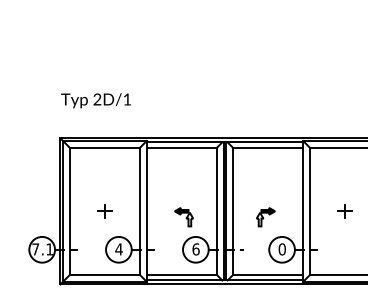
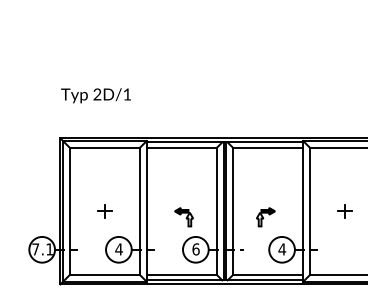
text at (95, 100) position: (95, 100) -> (95, 95)
text at (282, 249): 0 -> 4
